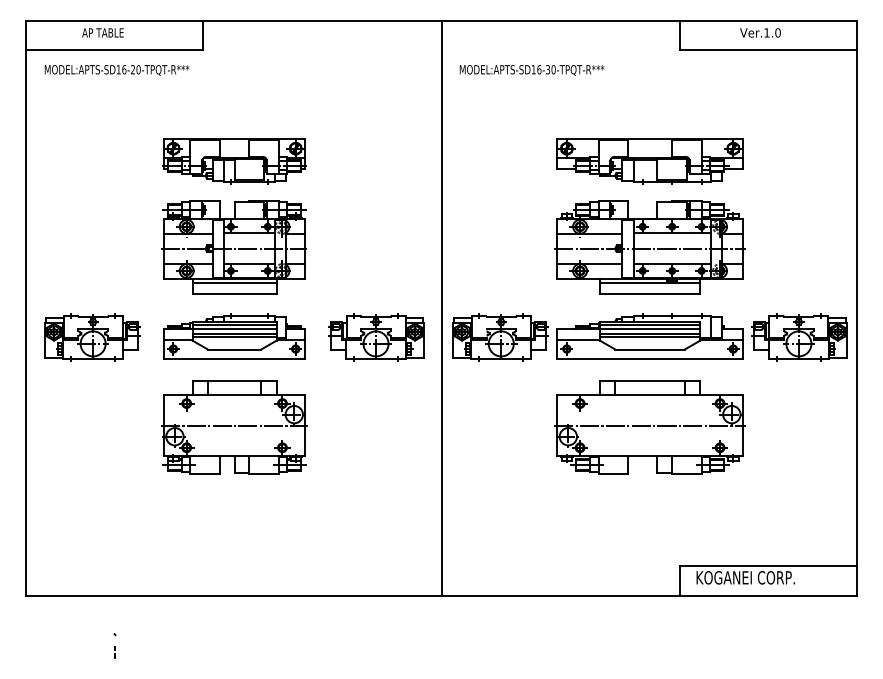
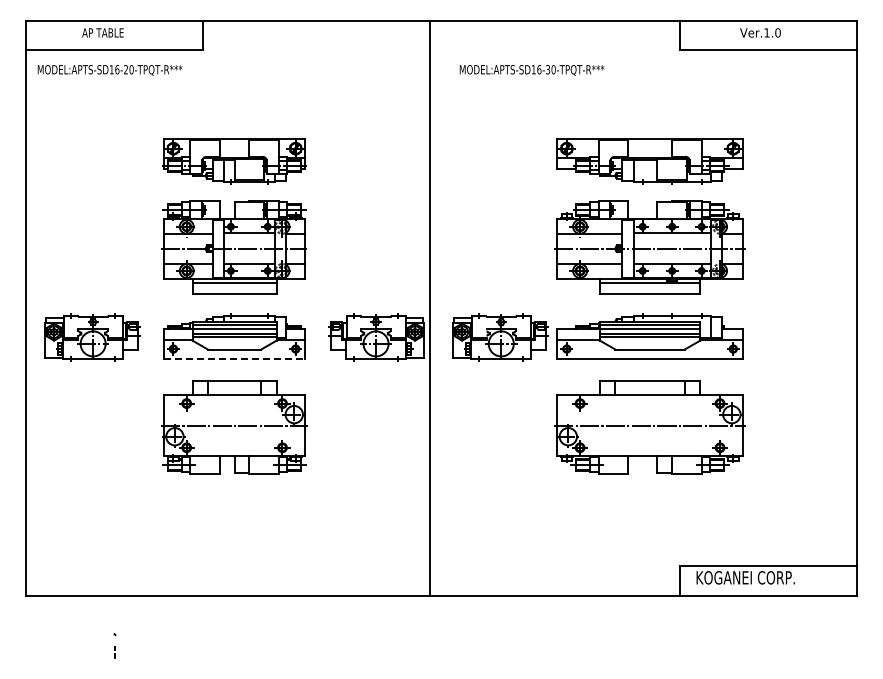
text at (116, 70) position: (116, 70) -> (109, 70)
line at (441, 307) position: (441, 307) -> (429, 307)
part at (799, 337): present -> none
line at (234, 358): solid -> dashed
